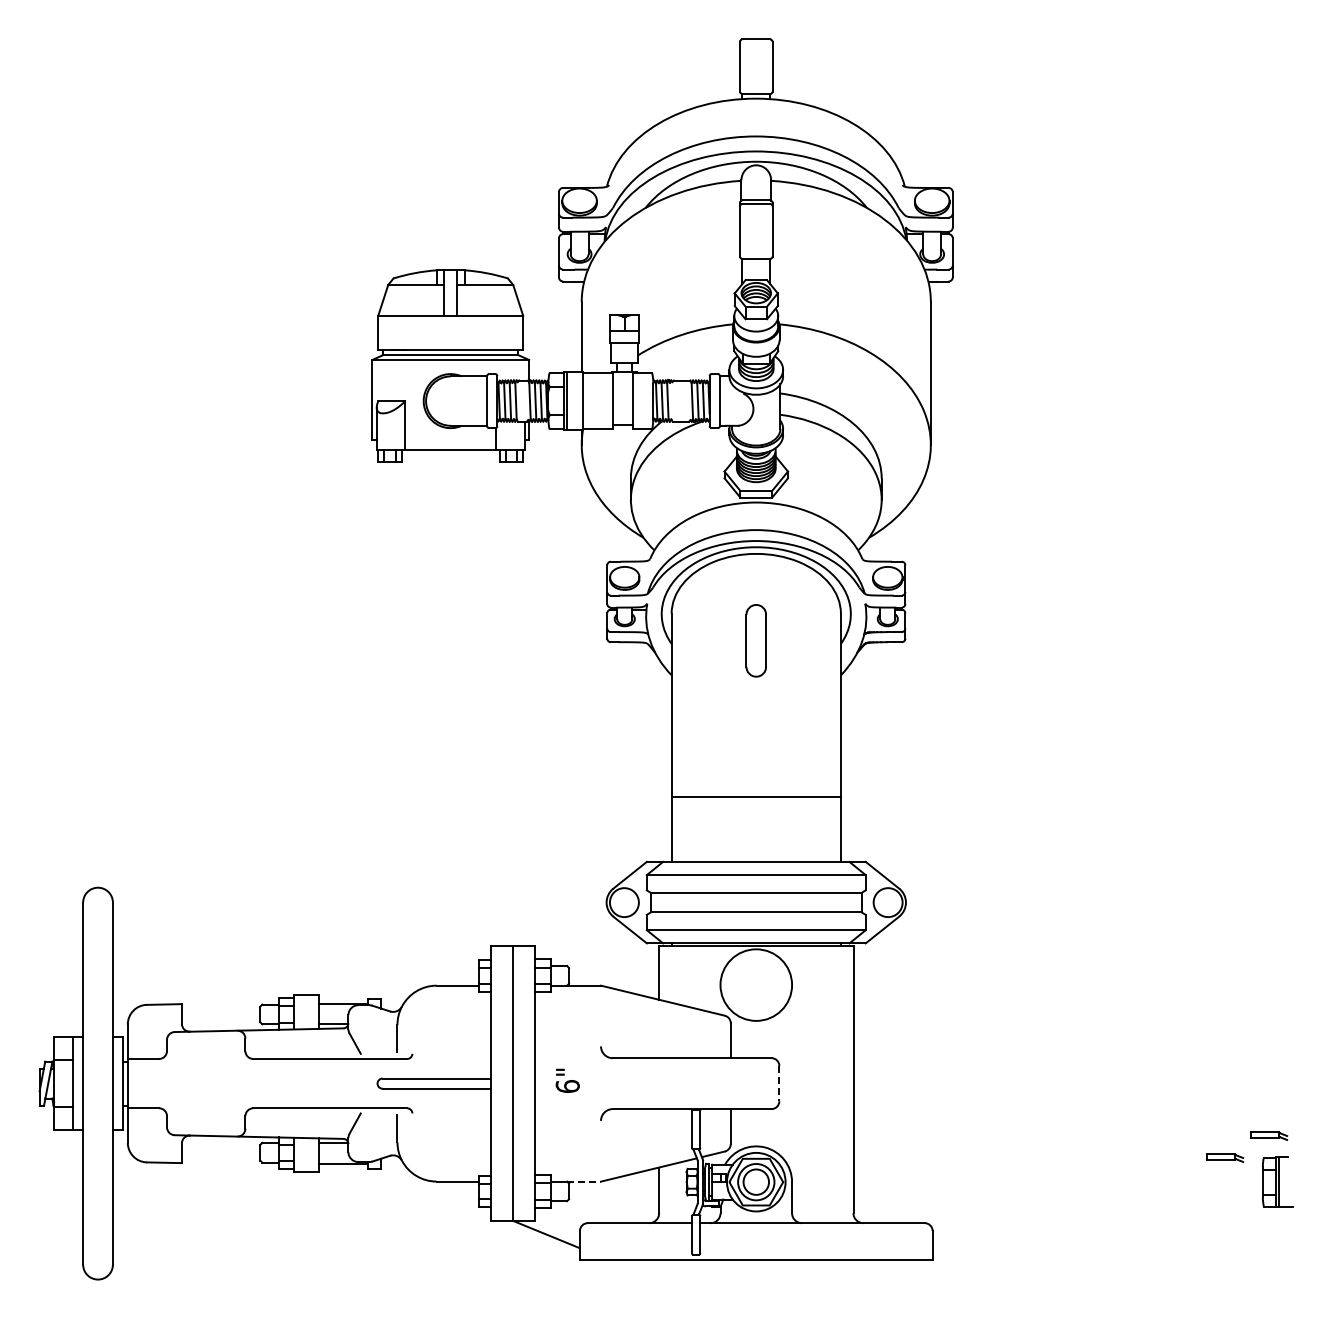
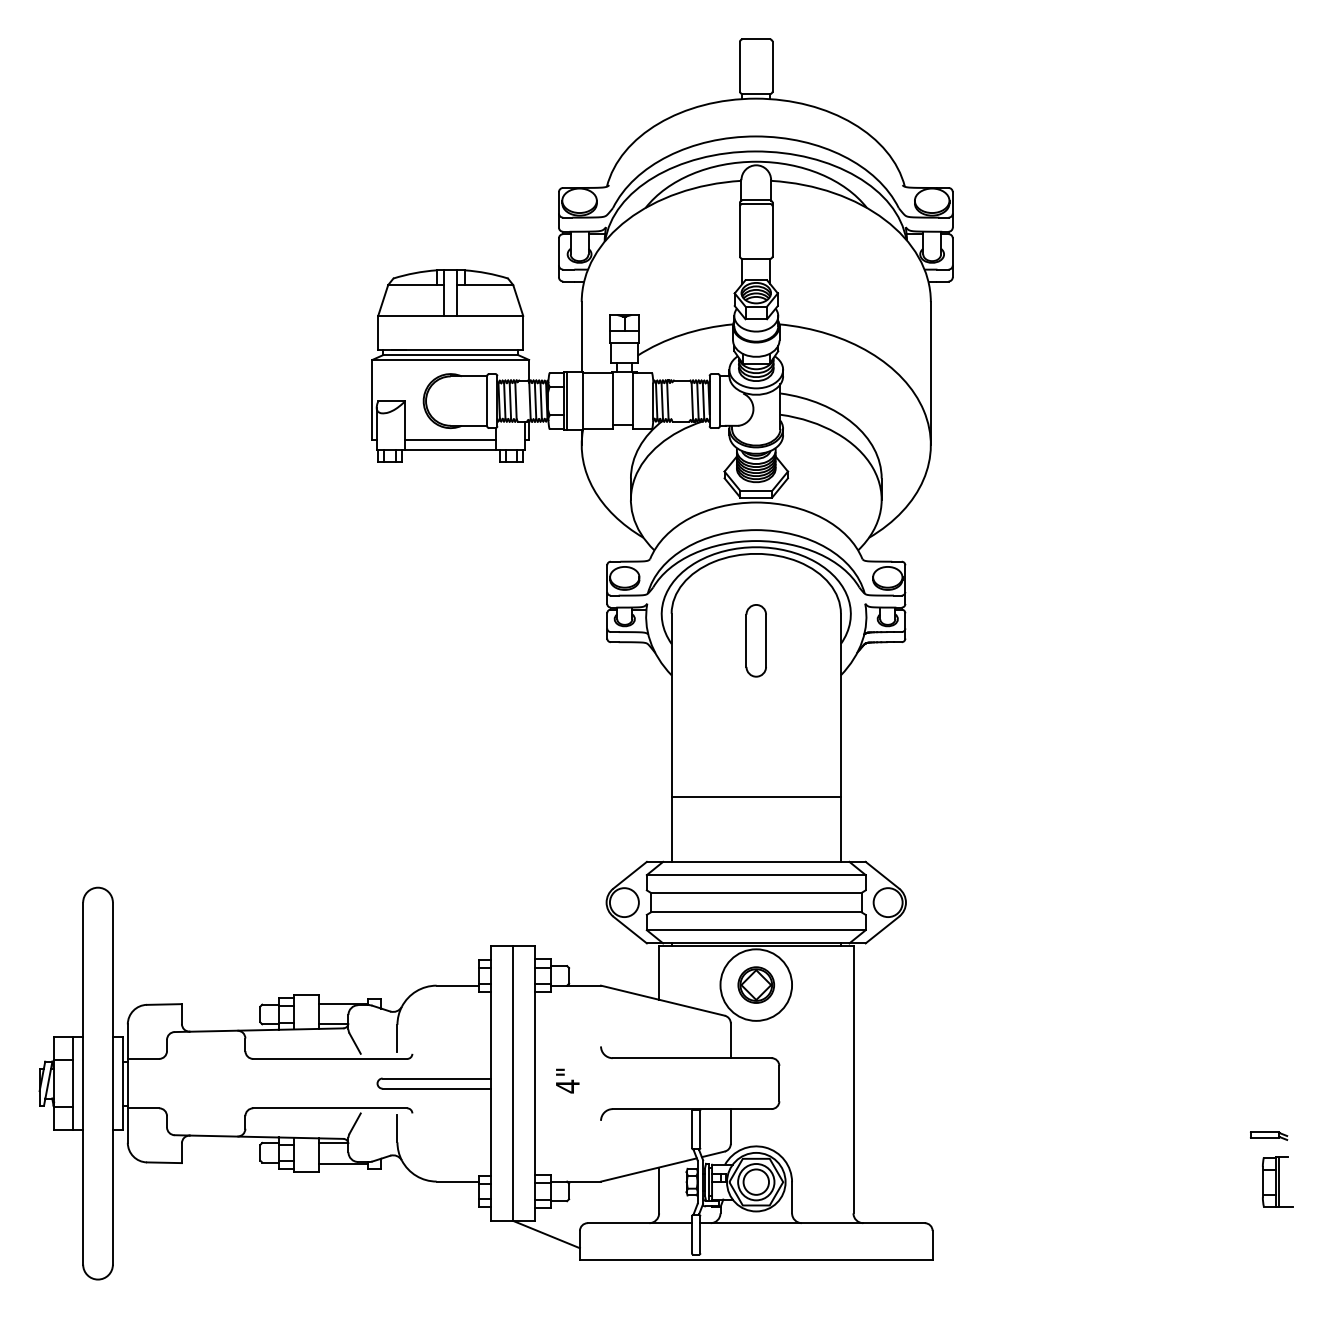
line at (450, 440): none -> present
part at (755, 984): none -> present
line at (779, 1083): dashed -> solid
text at (567, 1086): 6" -> 4"
part at (1225, 1157): present -> none
line at (584, 1181): dashed -> solid
